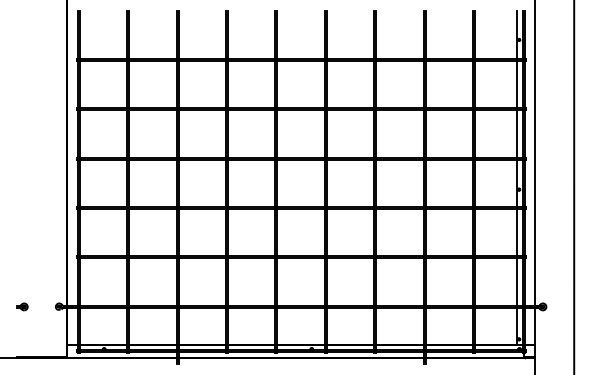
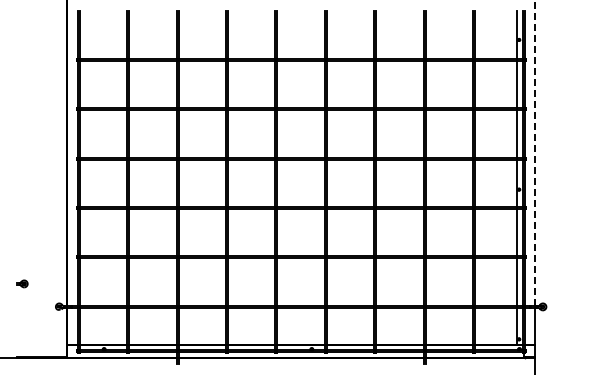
line at (534, 153): solid -> dashed
line at (574, 186): present -> none
part at (22, 306) position: (22, 306) -> (22, 283)
